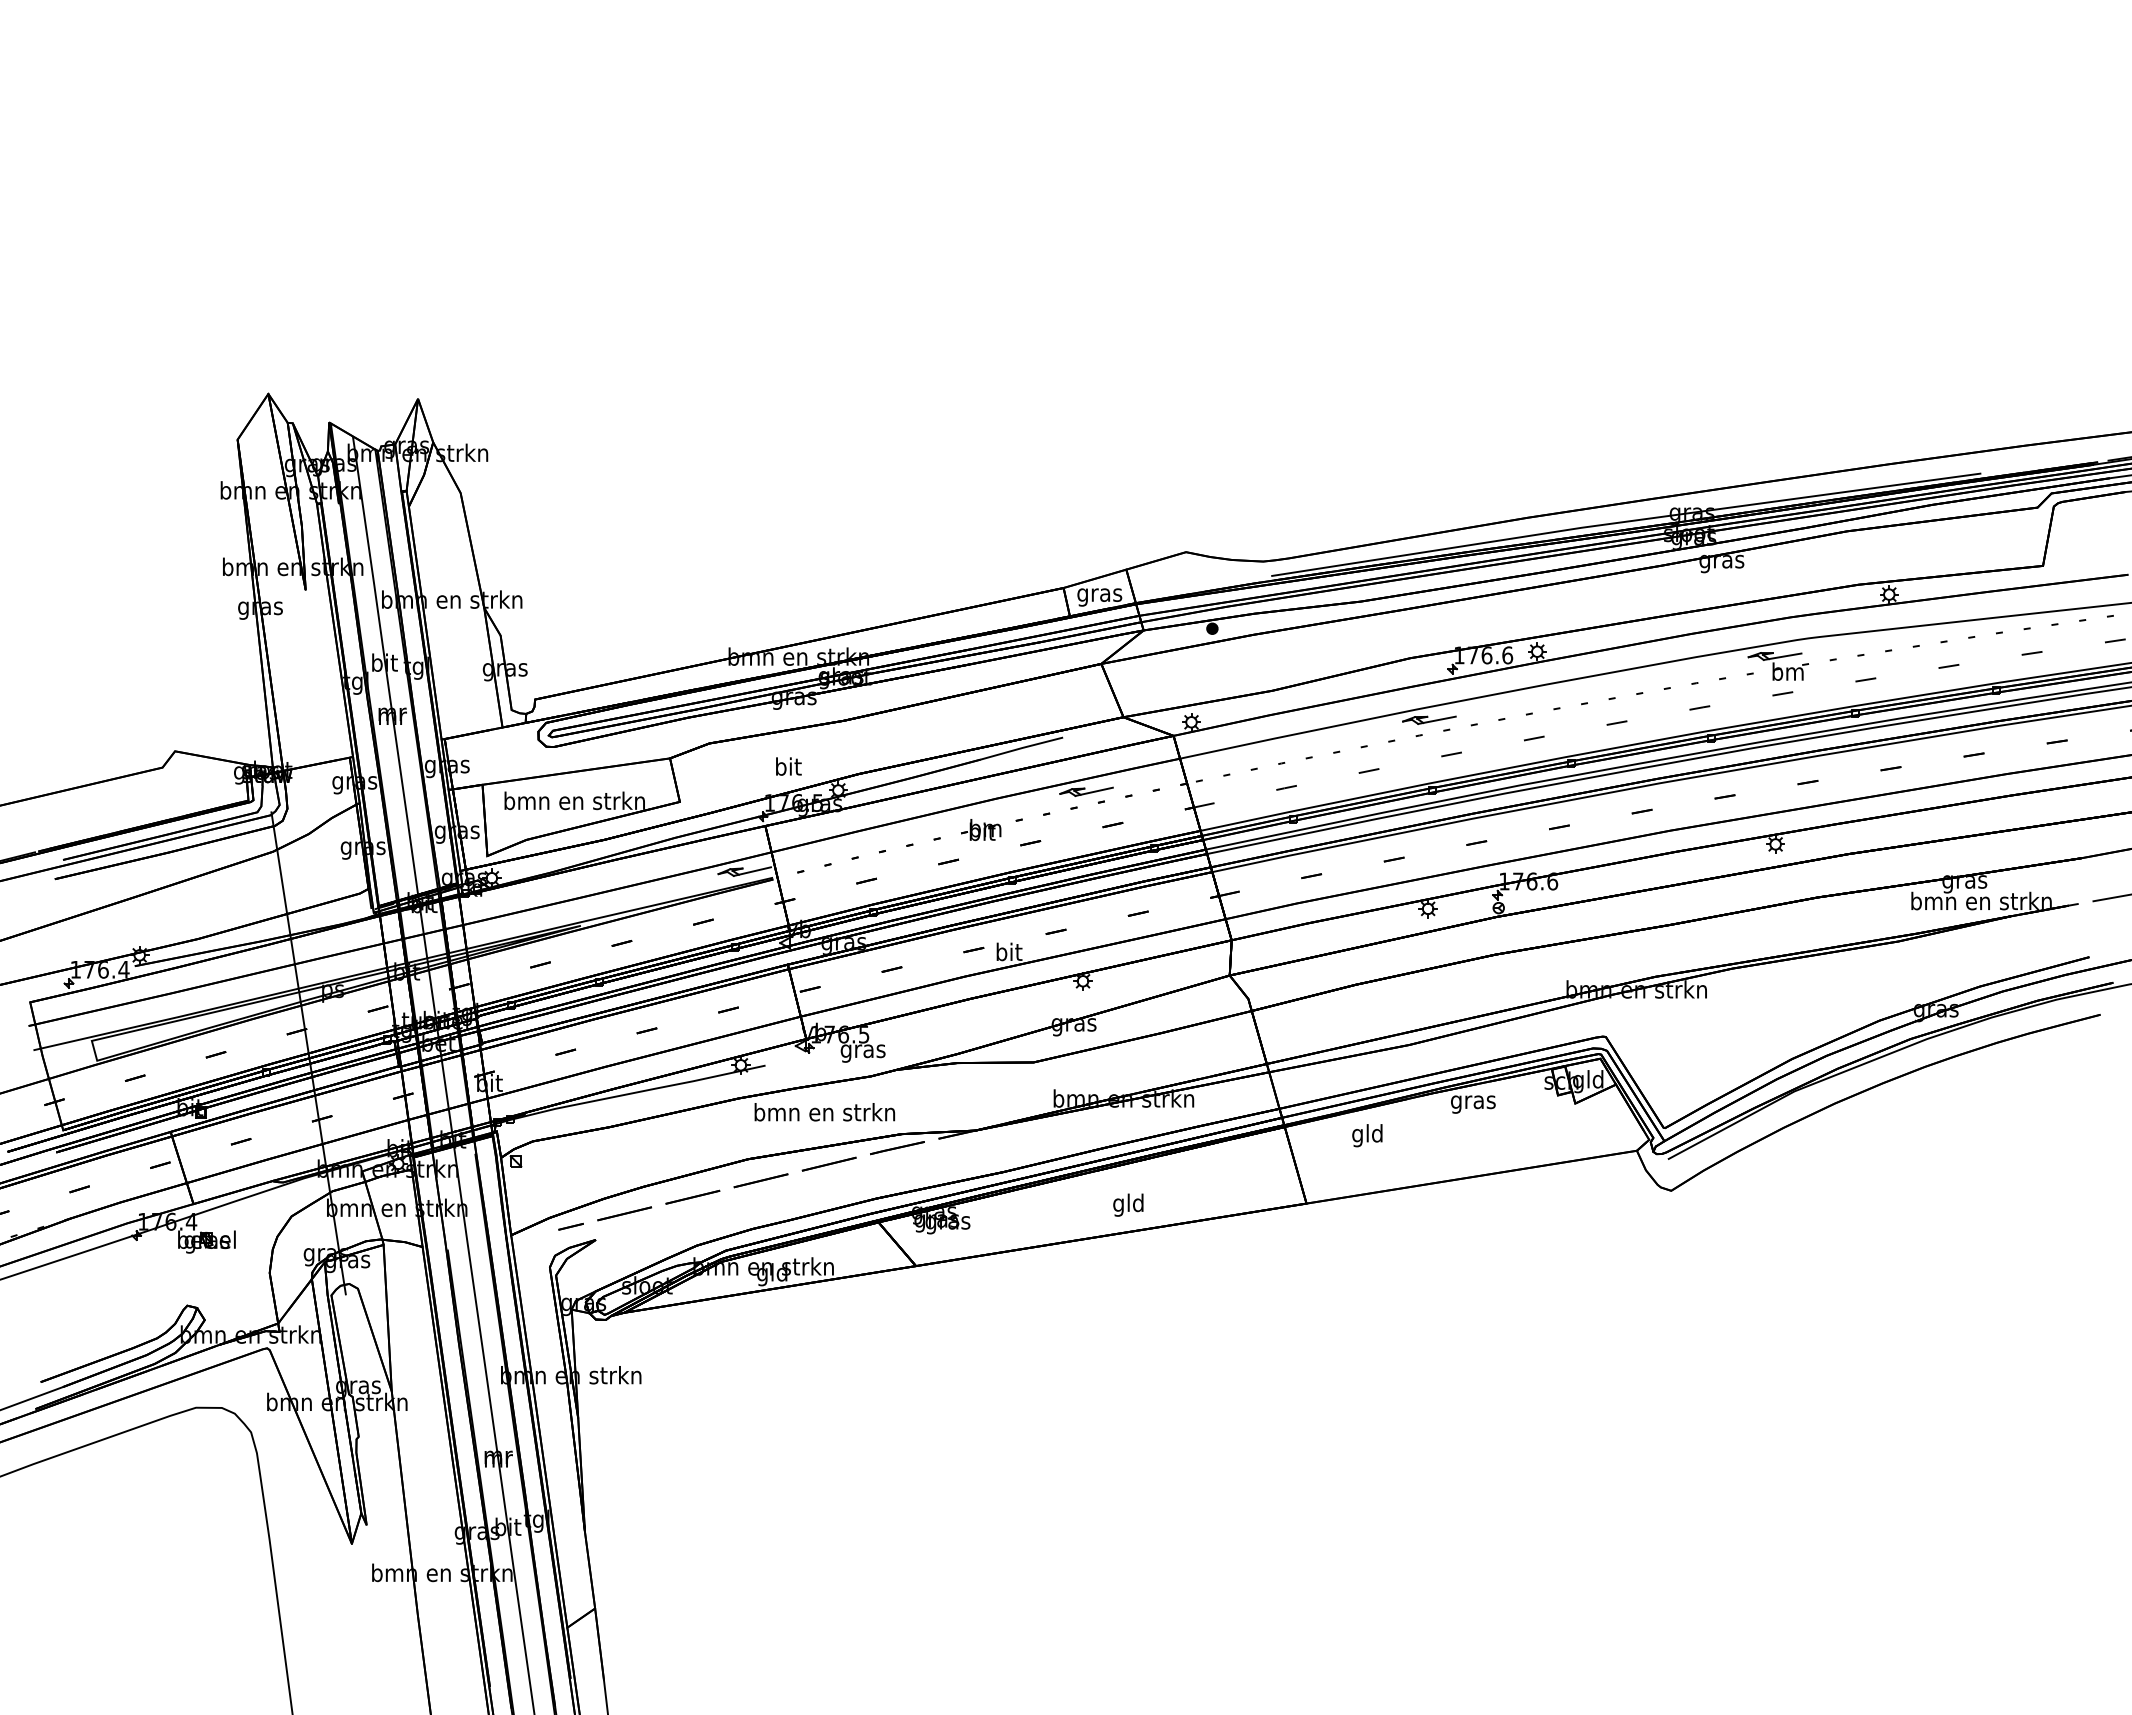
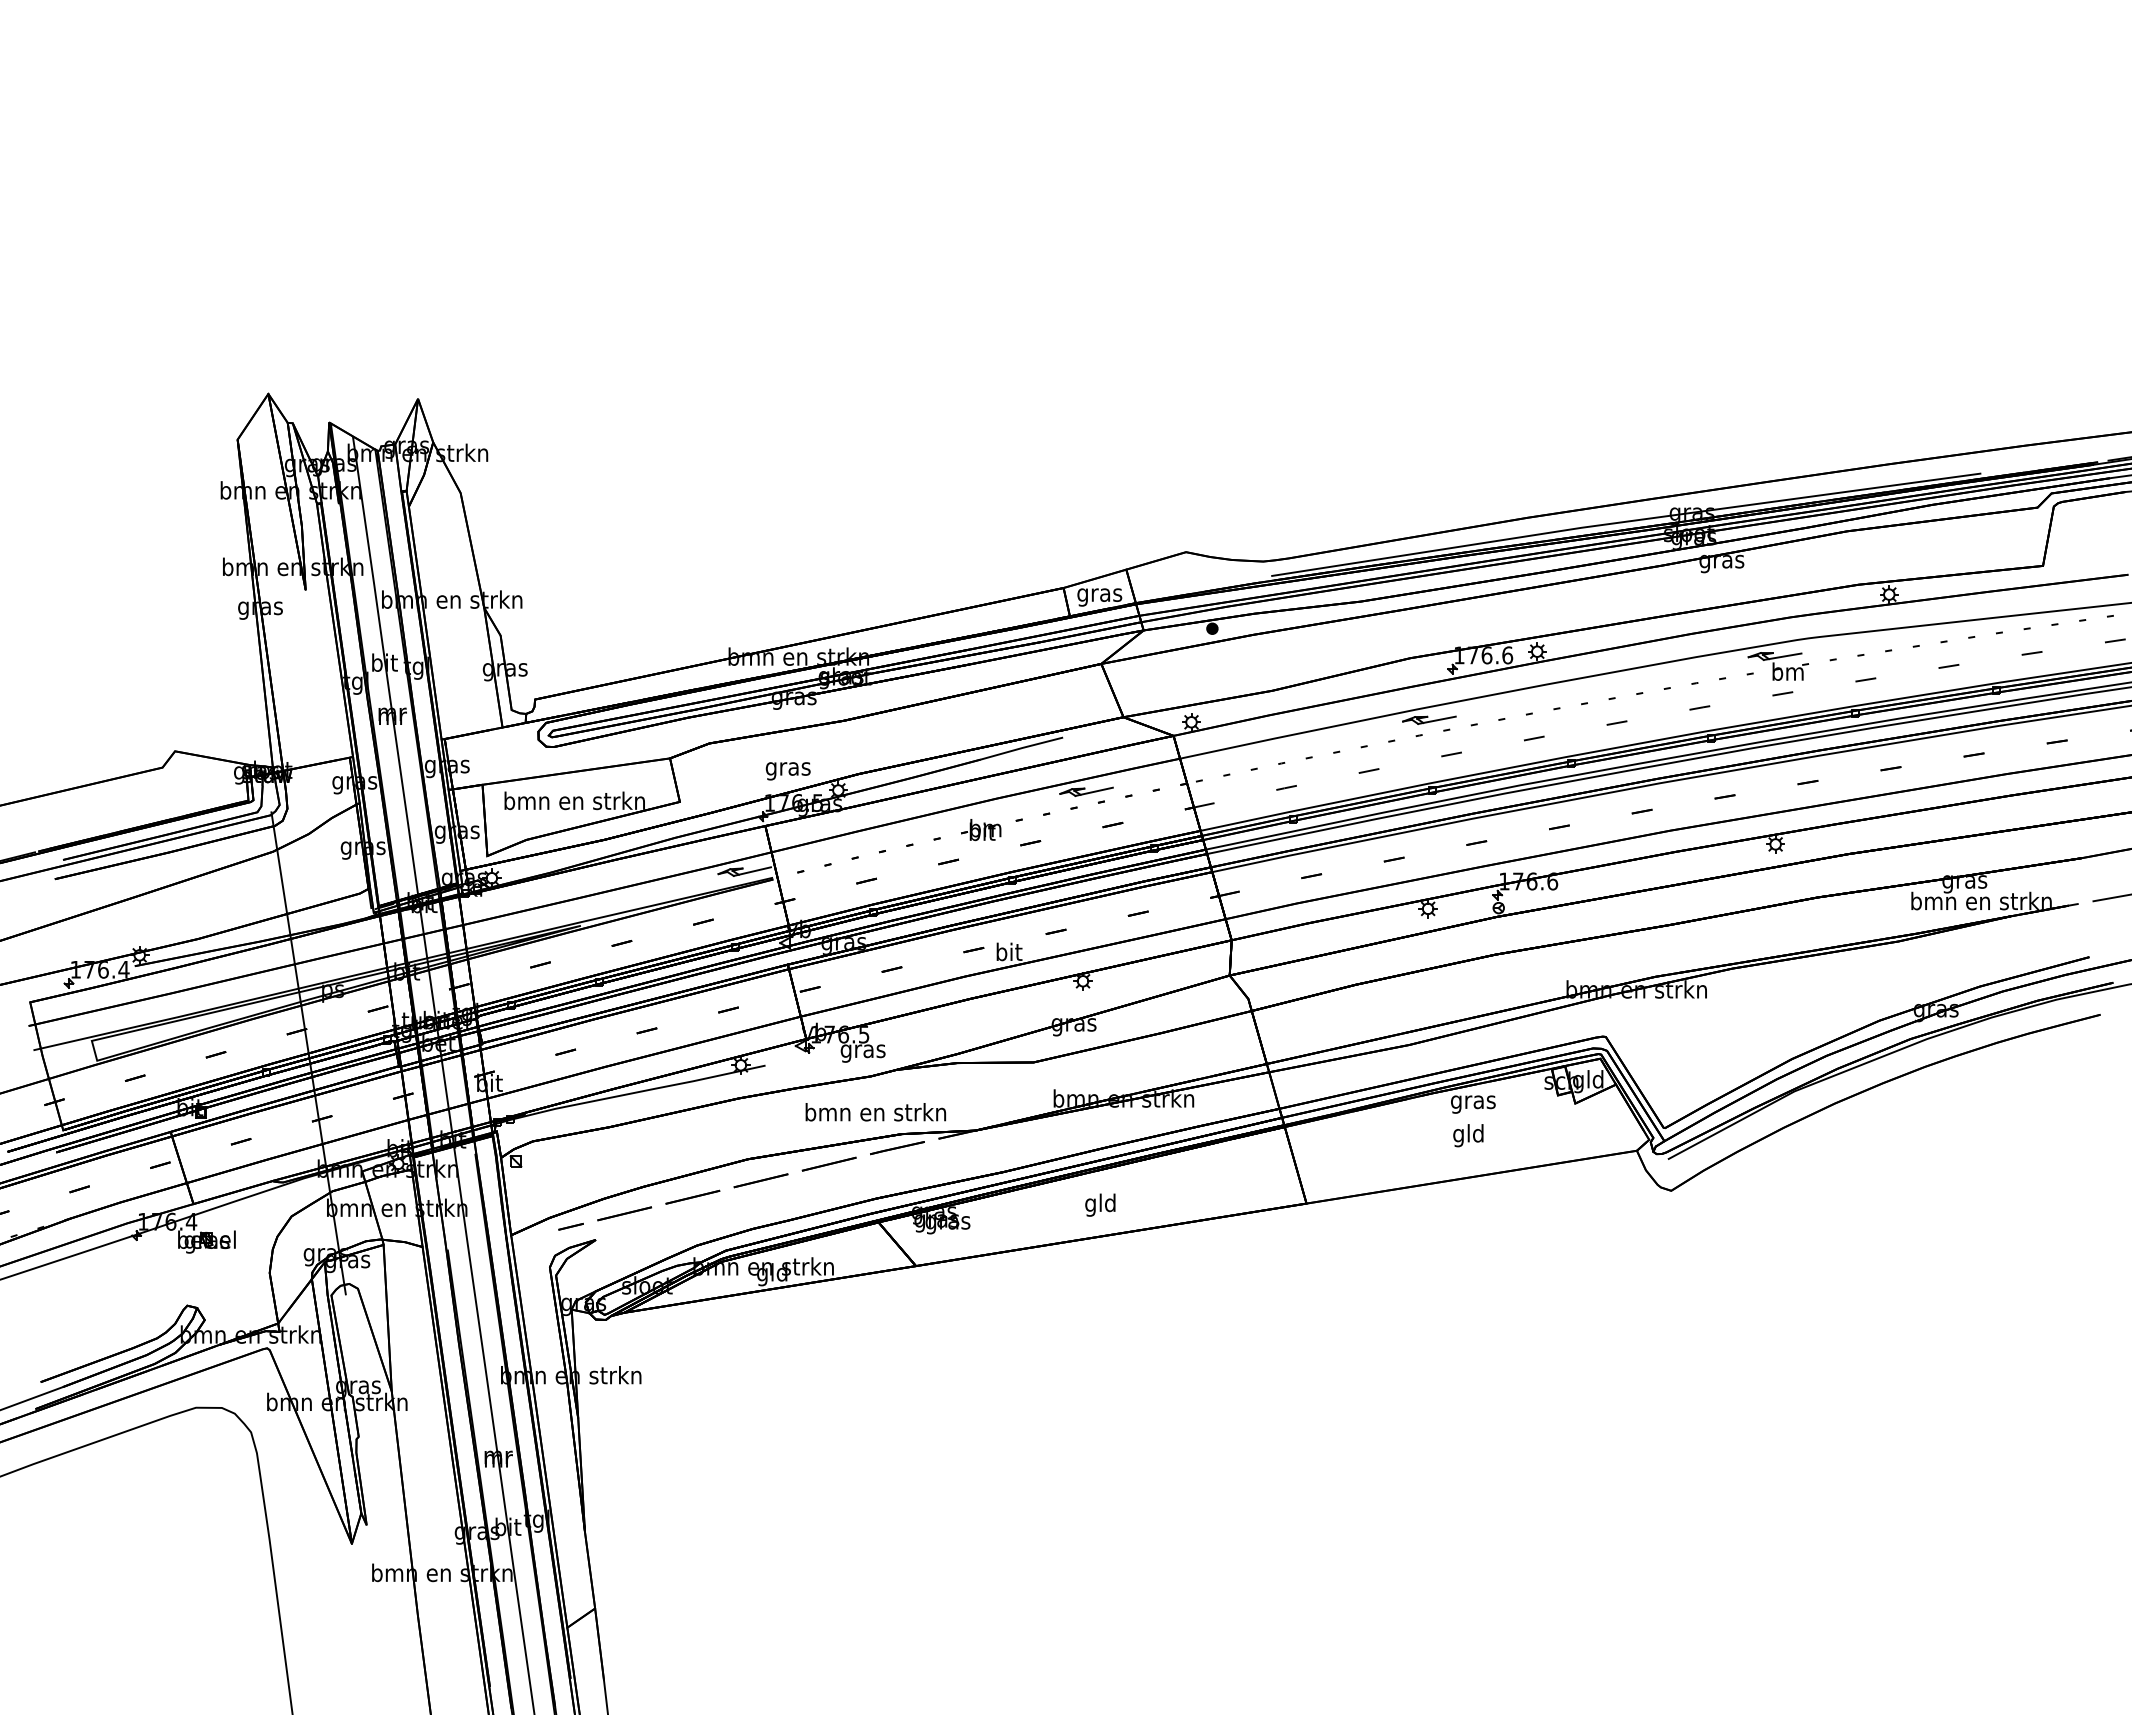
text at (787, 768): bit -> gras
text at (824, 1112) position: (824, 1112) -> (875, 1112)
text at (1367, 1135) position: (1367, 1135) -> (1468, 1135)
text at (1128, 1204) position: (1128, 1204) -> (1100, 1204)
